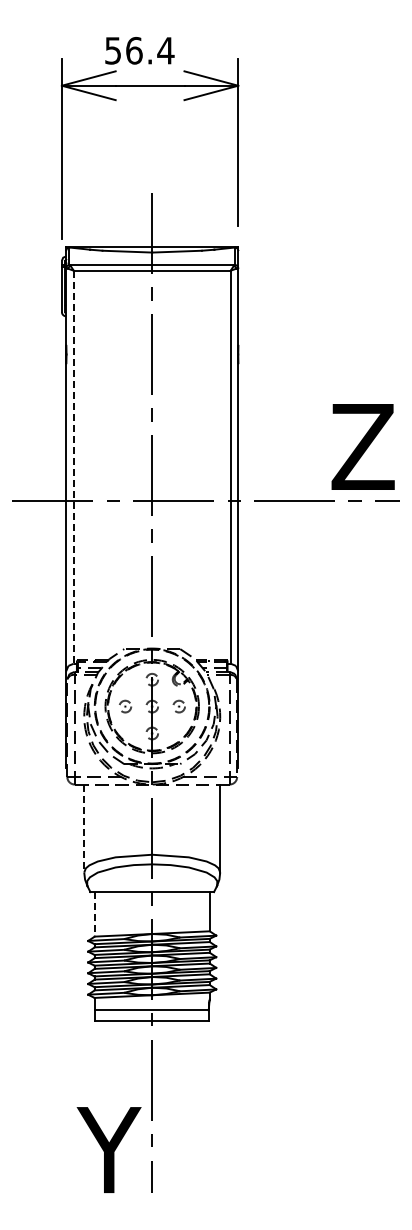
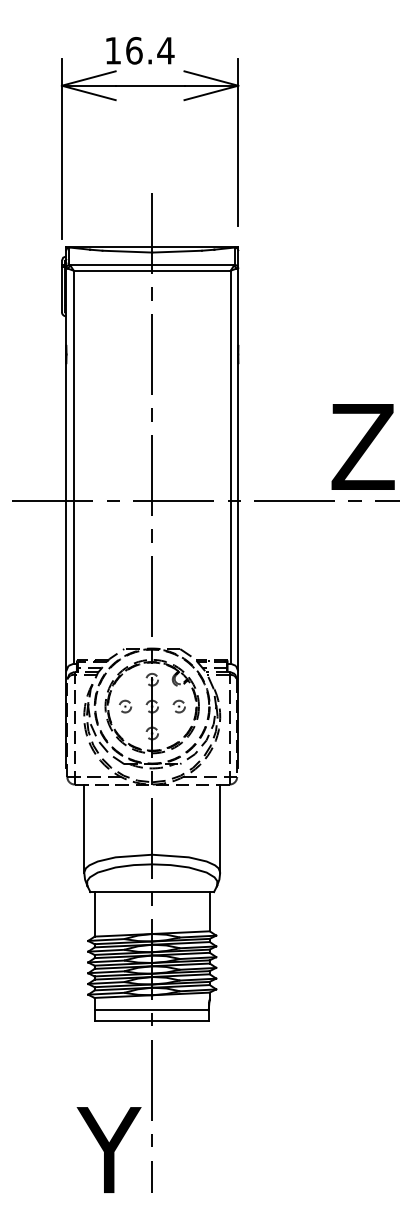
text at (112, 50): 56.4 -> 16.4
line at (73, 467): dashed -> solid
line at (84, 828): dashed -> solid
line at (94, 914): dashed -> solid
